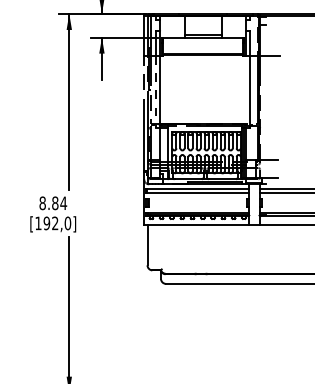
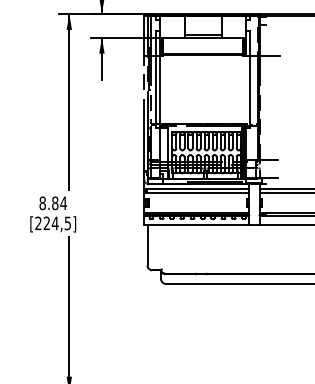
line at (155, 91): dashed -> solid
text at (53, 223): [192,0] -> [224,5]
